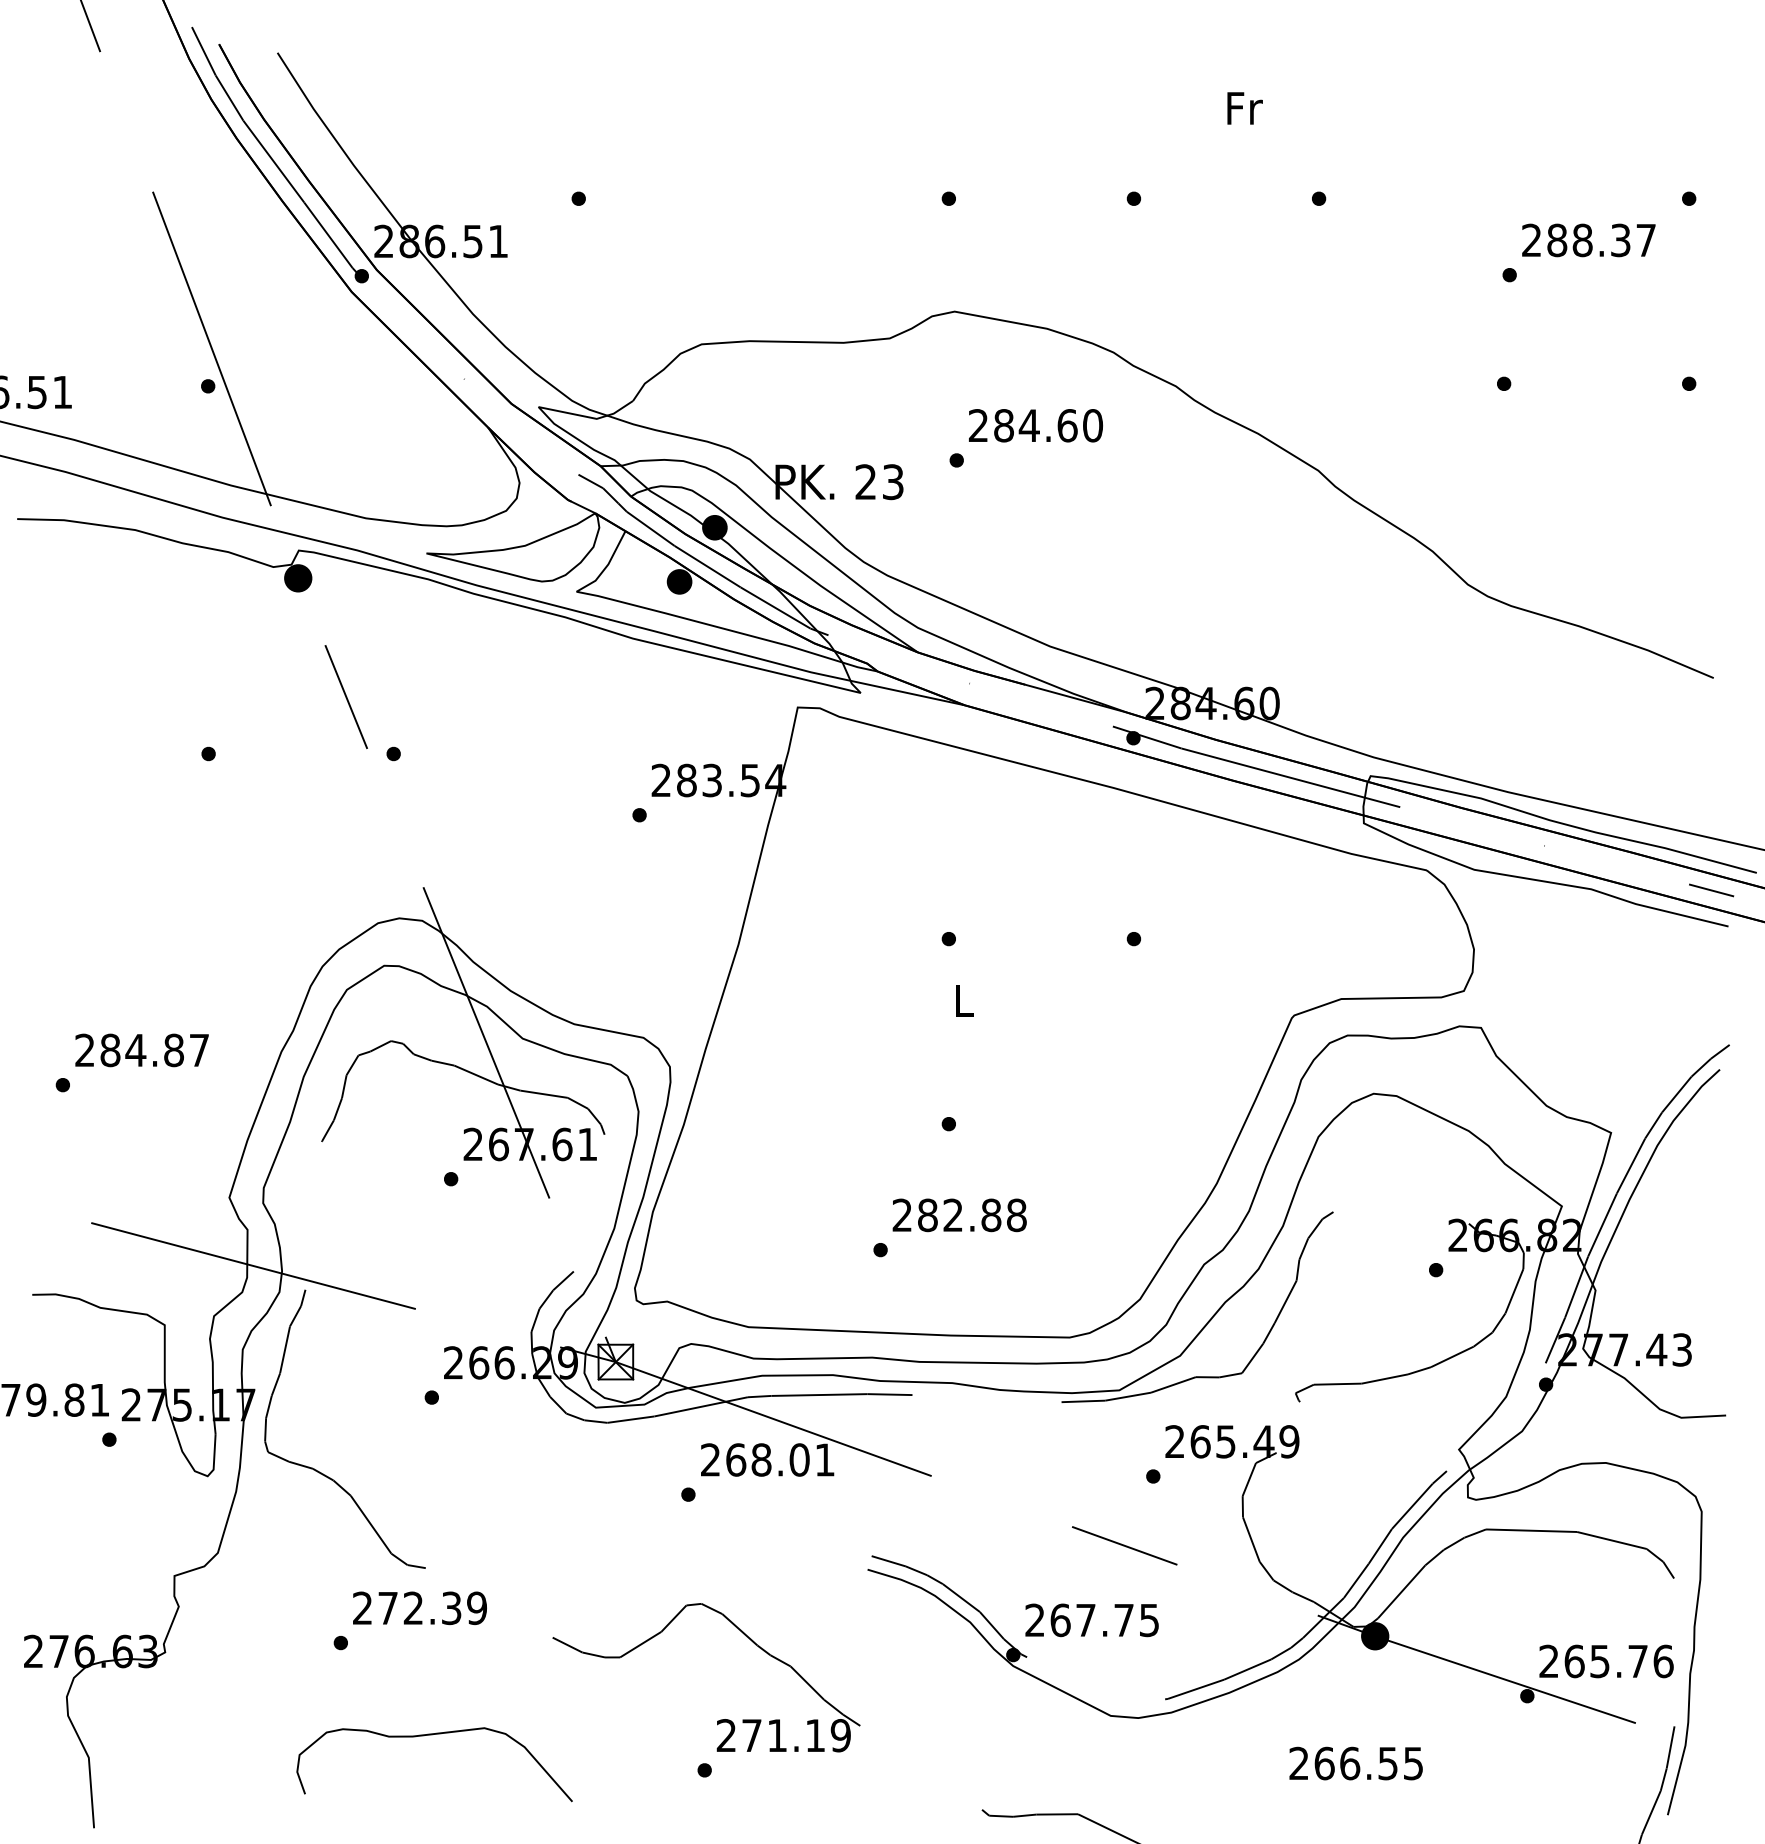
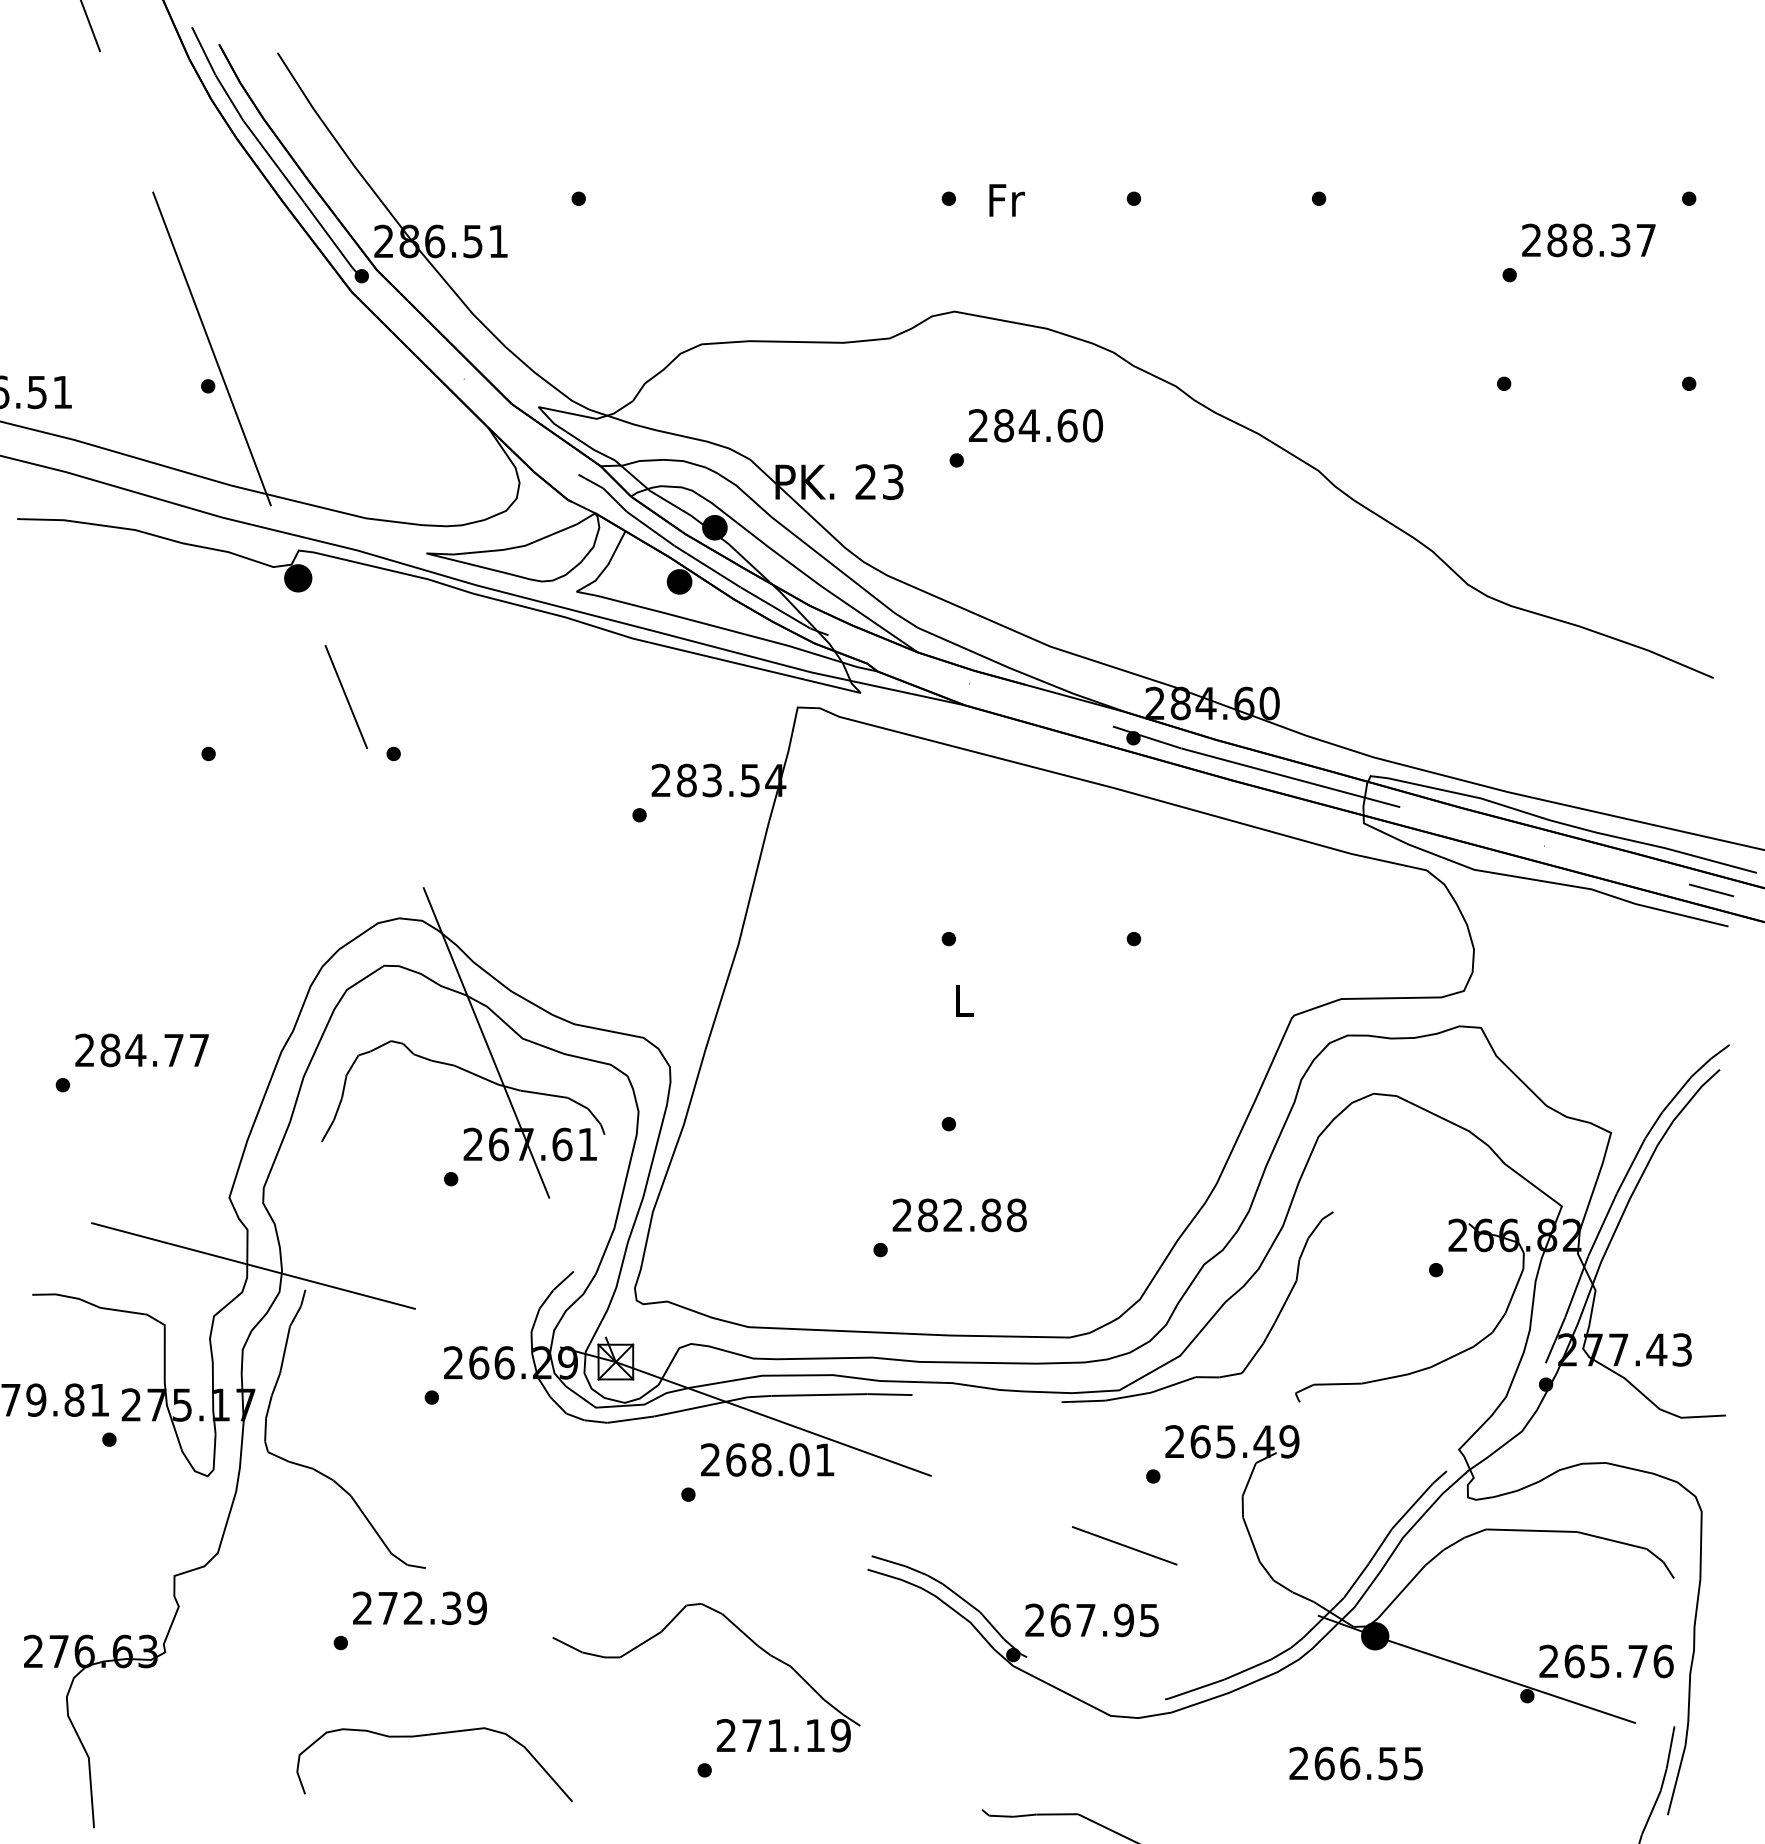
text at (1244, 108) position: (1244, 108) -> (1006, 200)
text at (173, 1050): 284.87 -> 284.77
text at (1123, 1620): 267.75 -> 267.95
